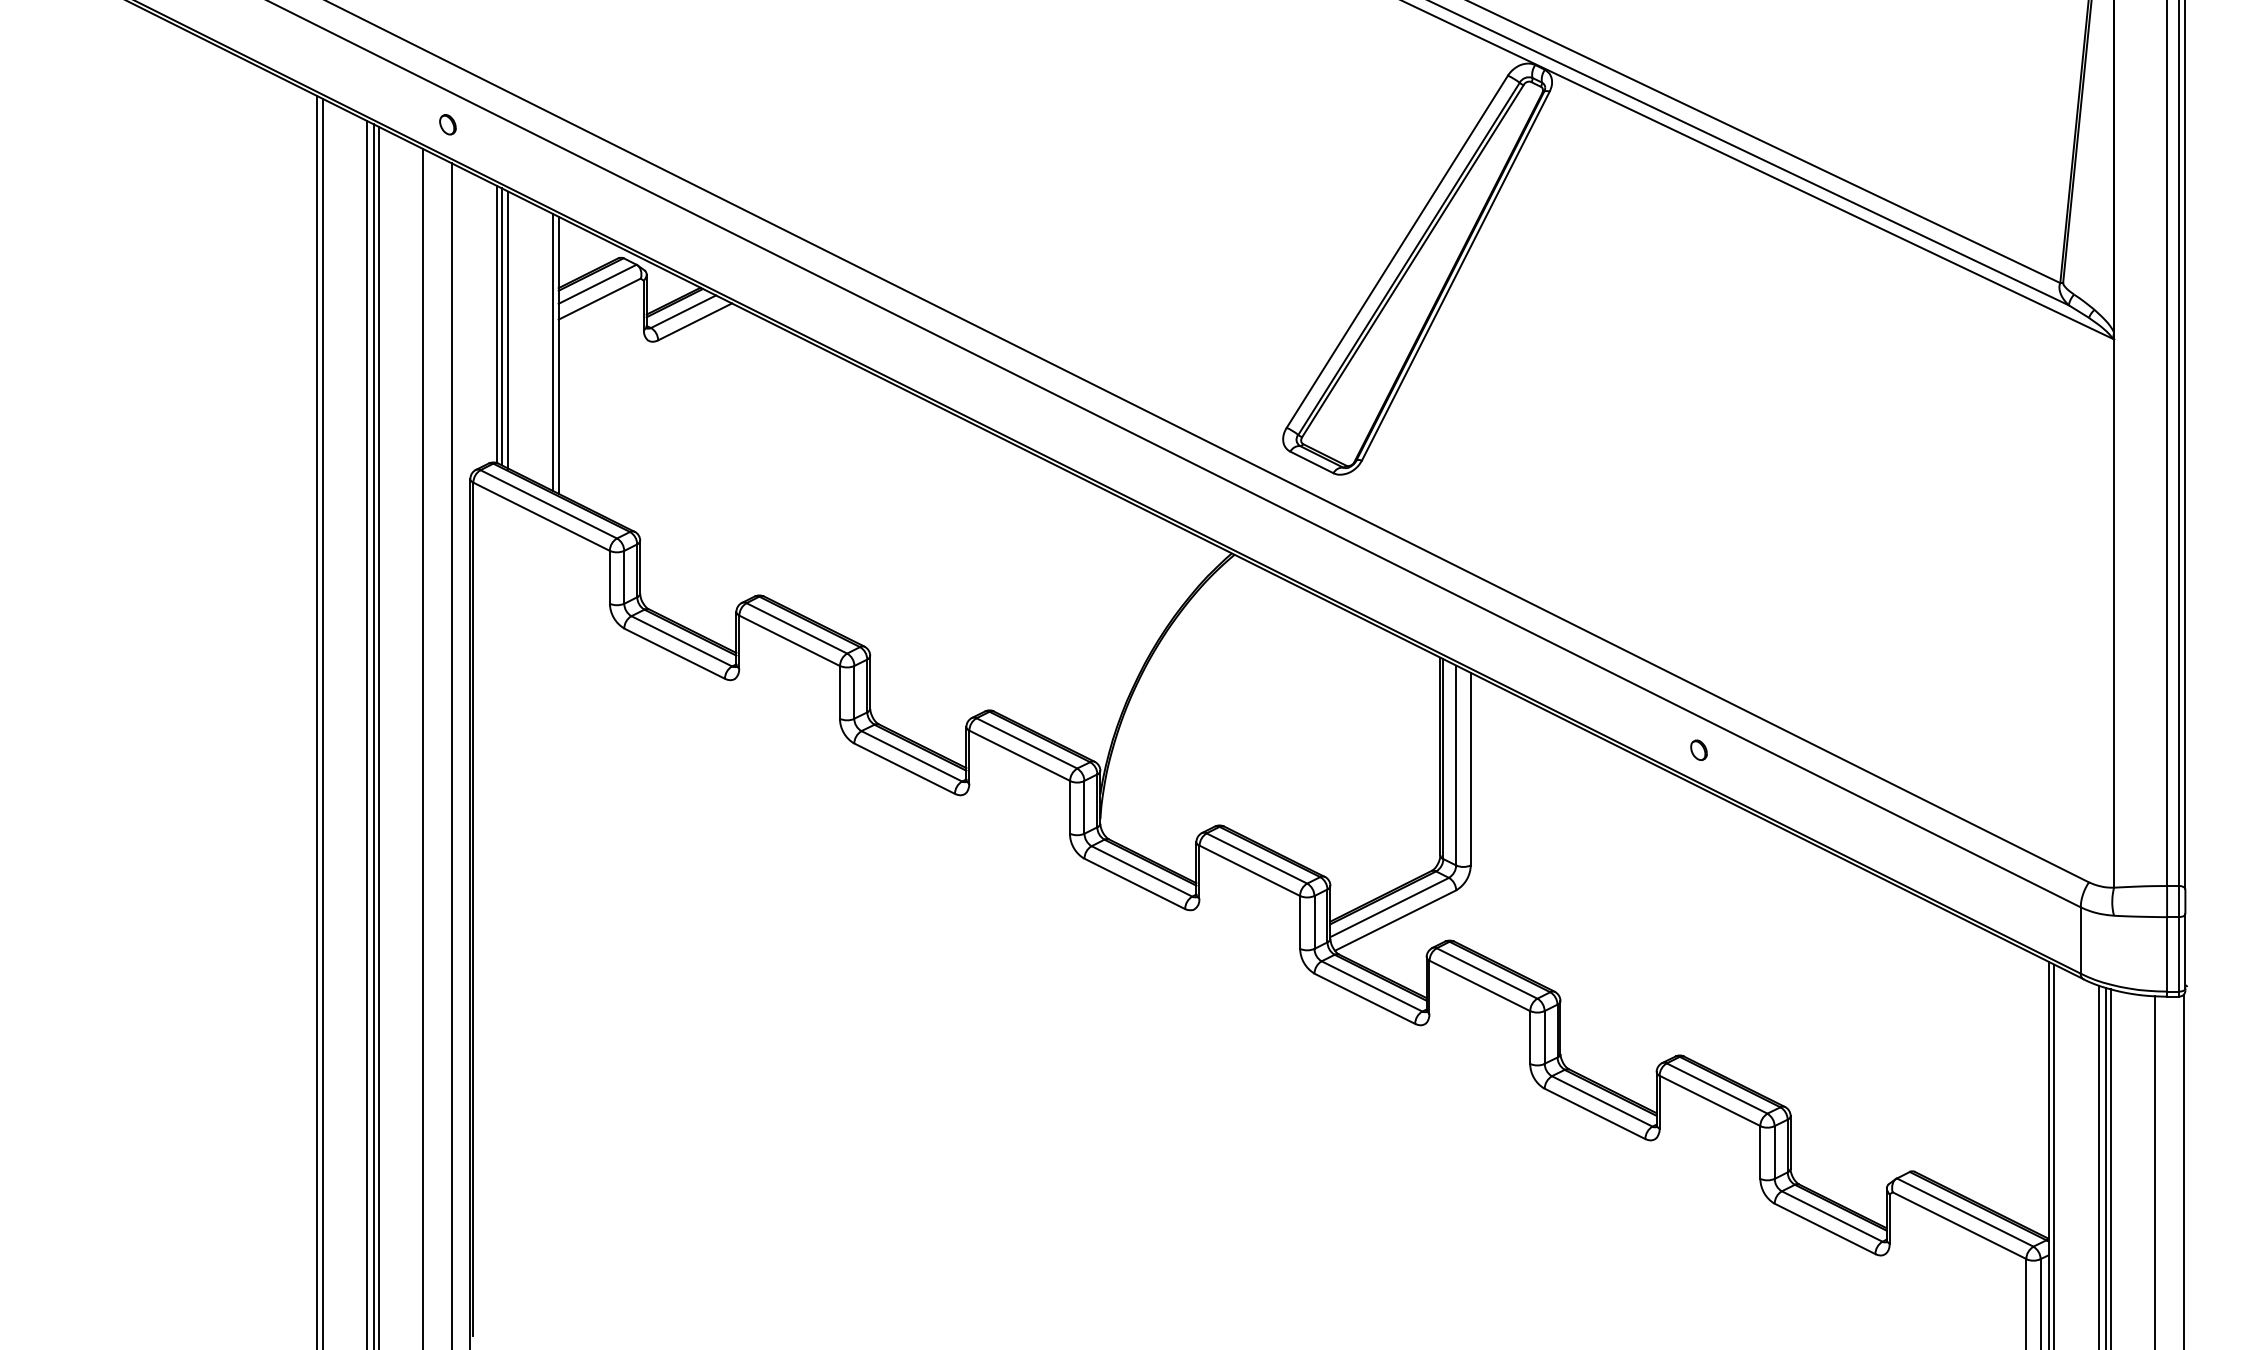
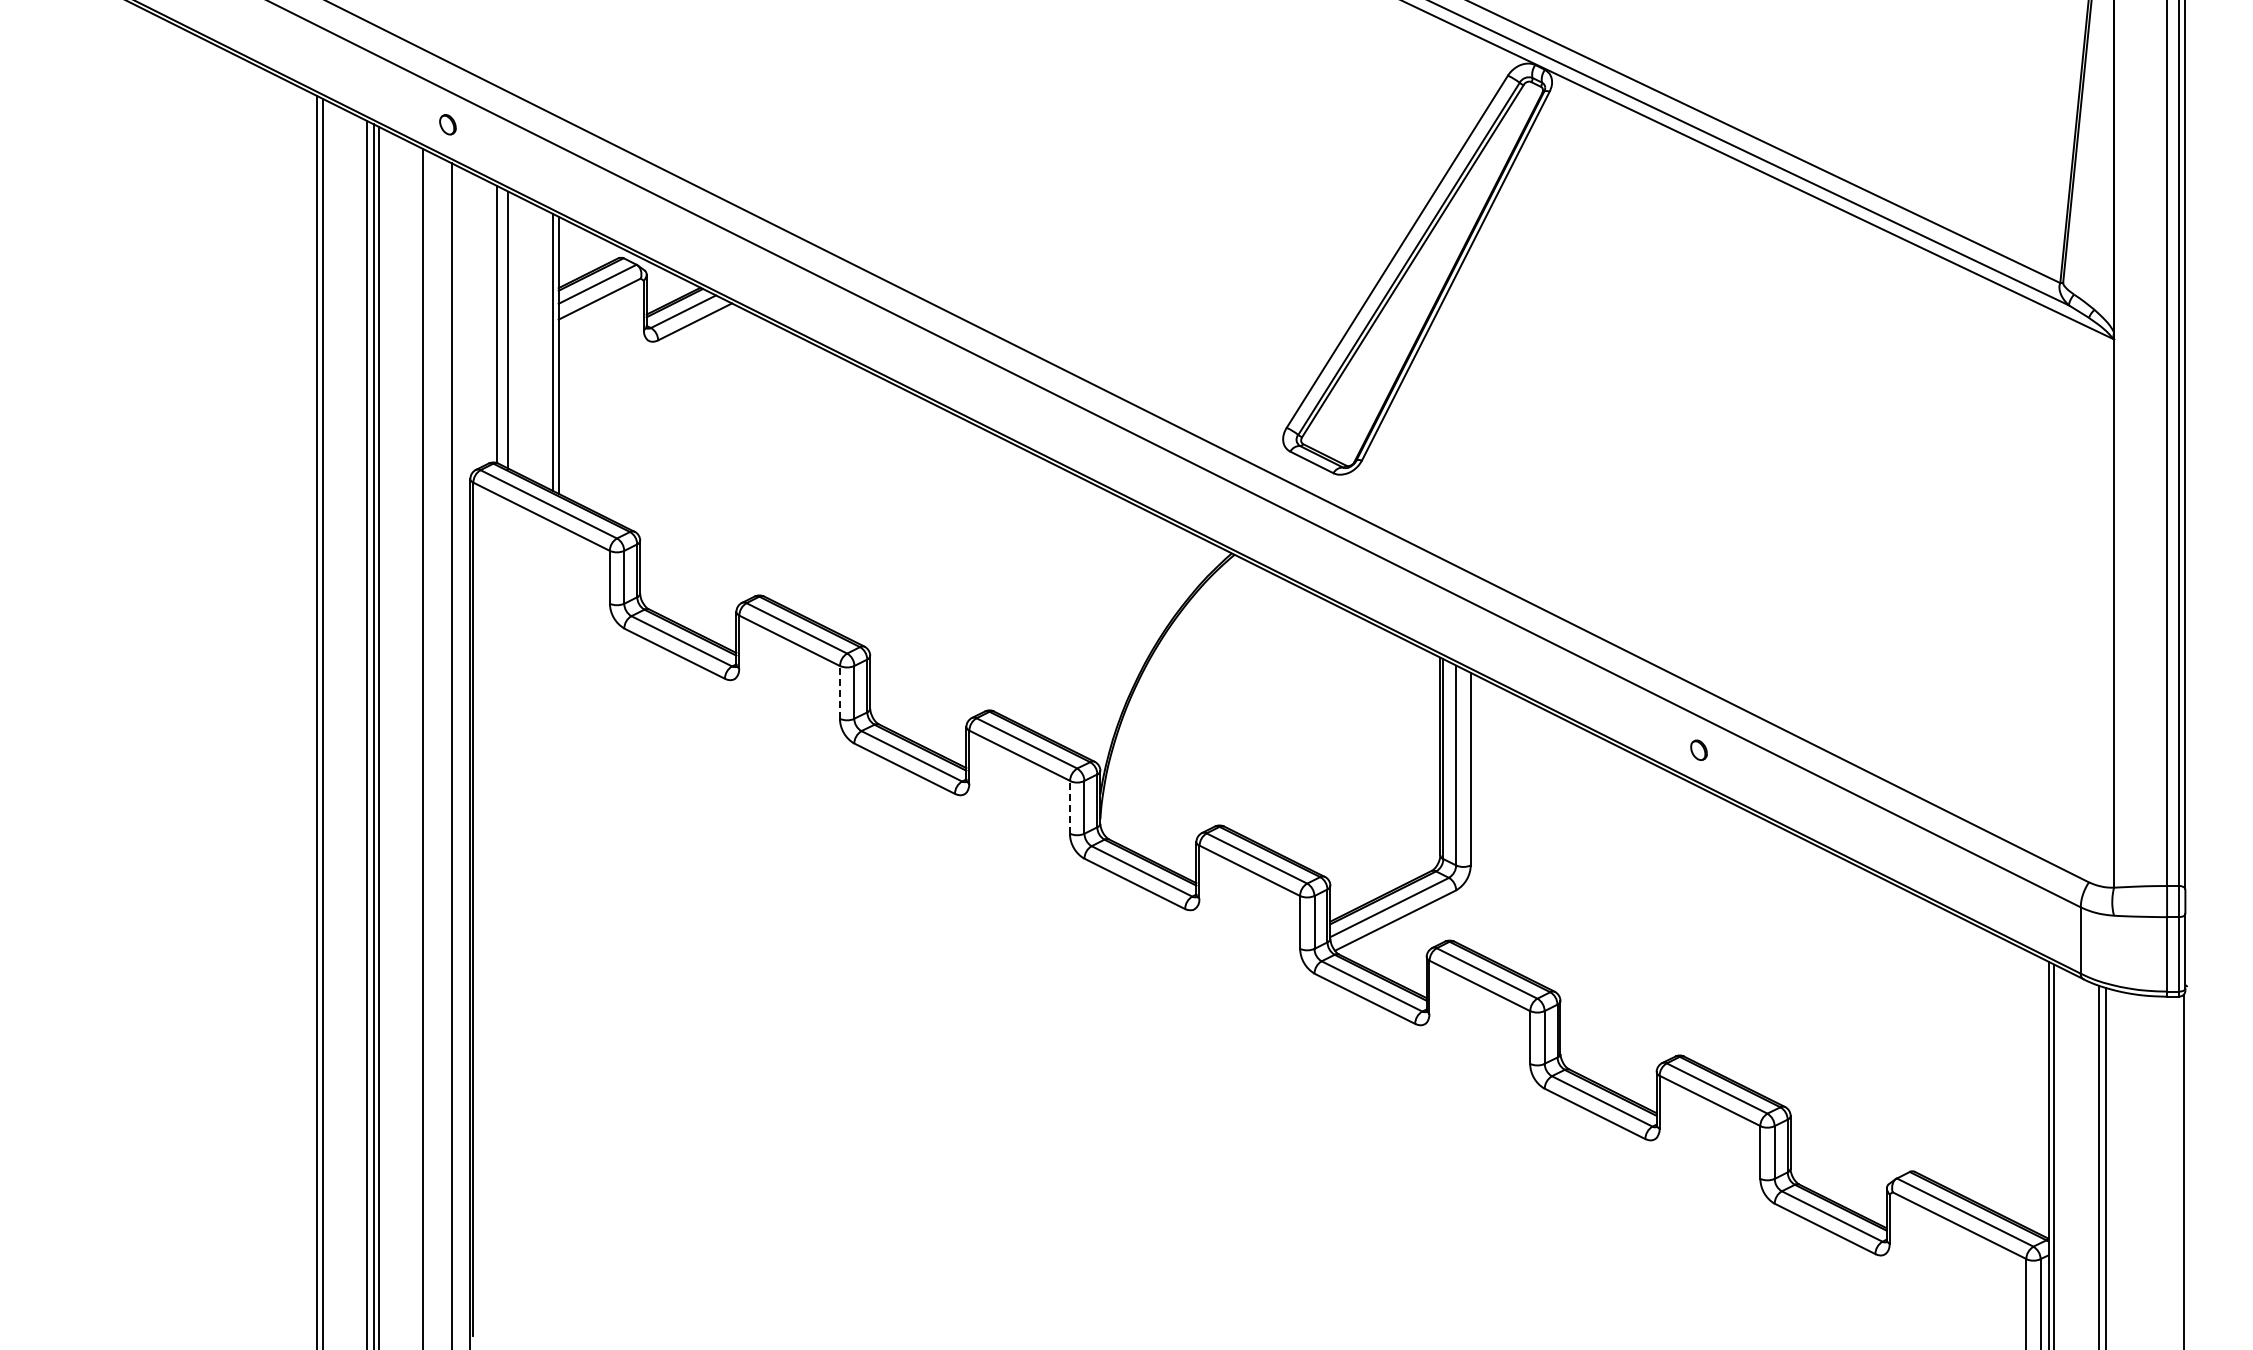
line at (501, 326): present -> none
line at (839, 691): solid -> dashed
line at (1070, 806): solid -> dashed
line at (2110, 1167): present -> none
line at (2155, 1171): present -> none
